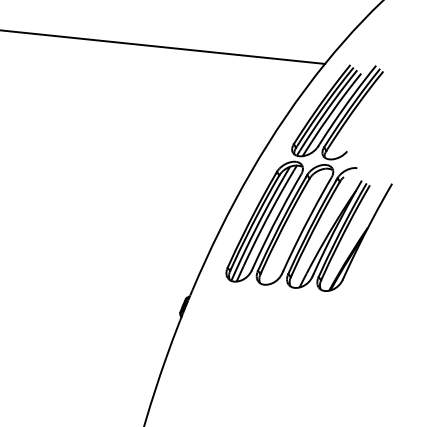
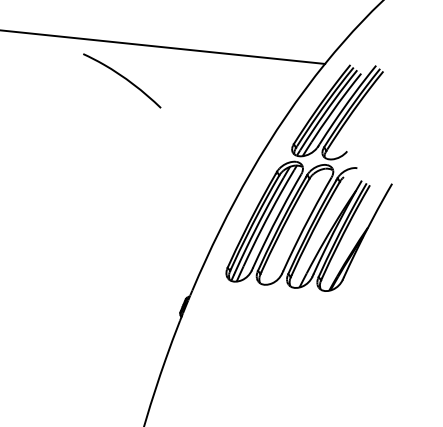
curve at (123, 78): none -> present
